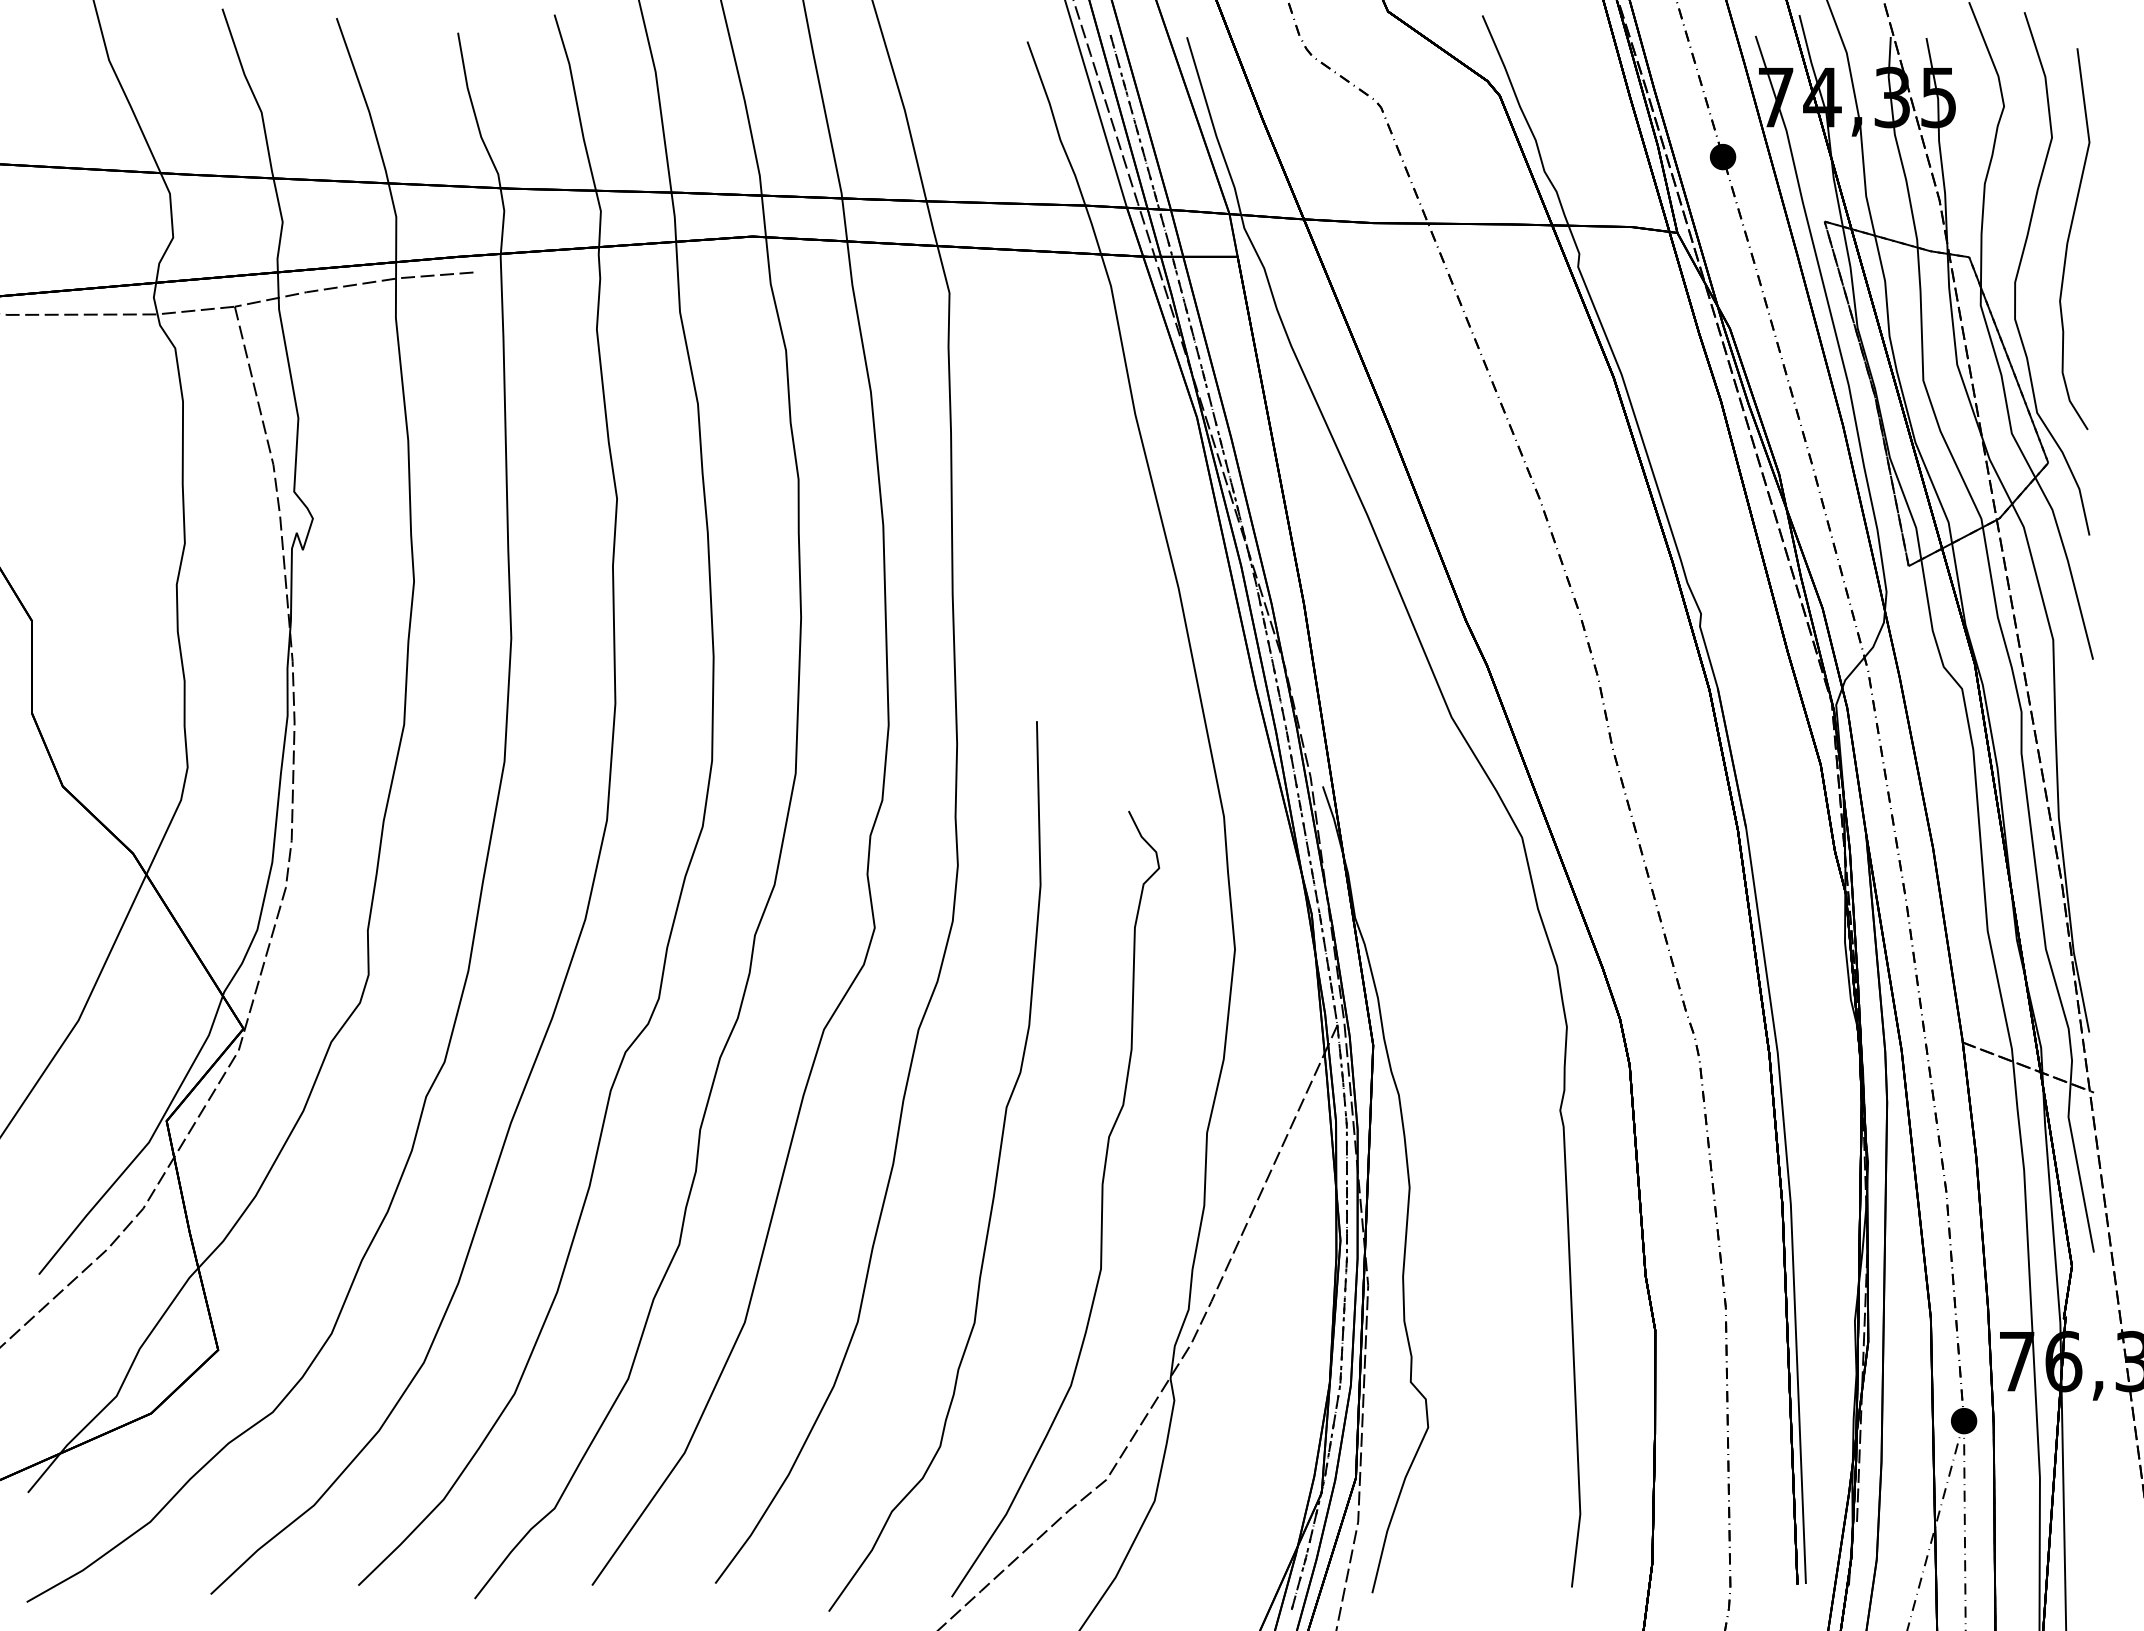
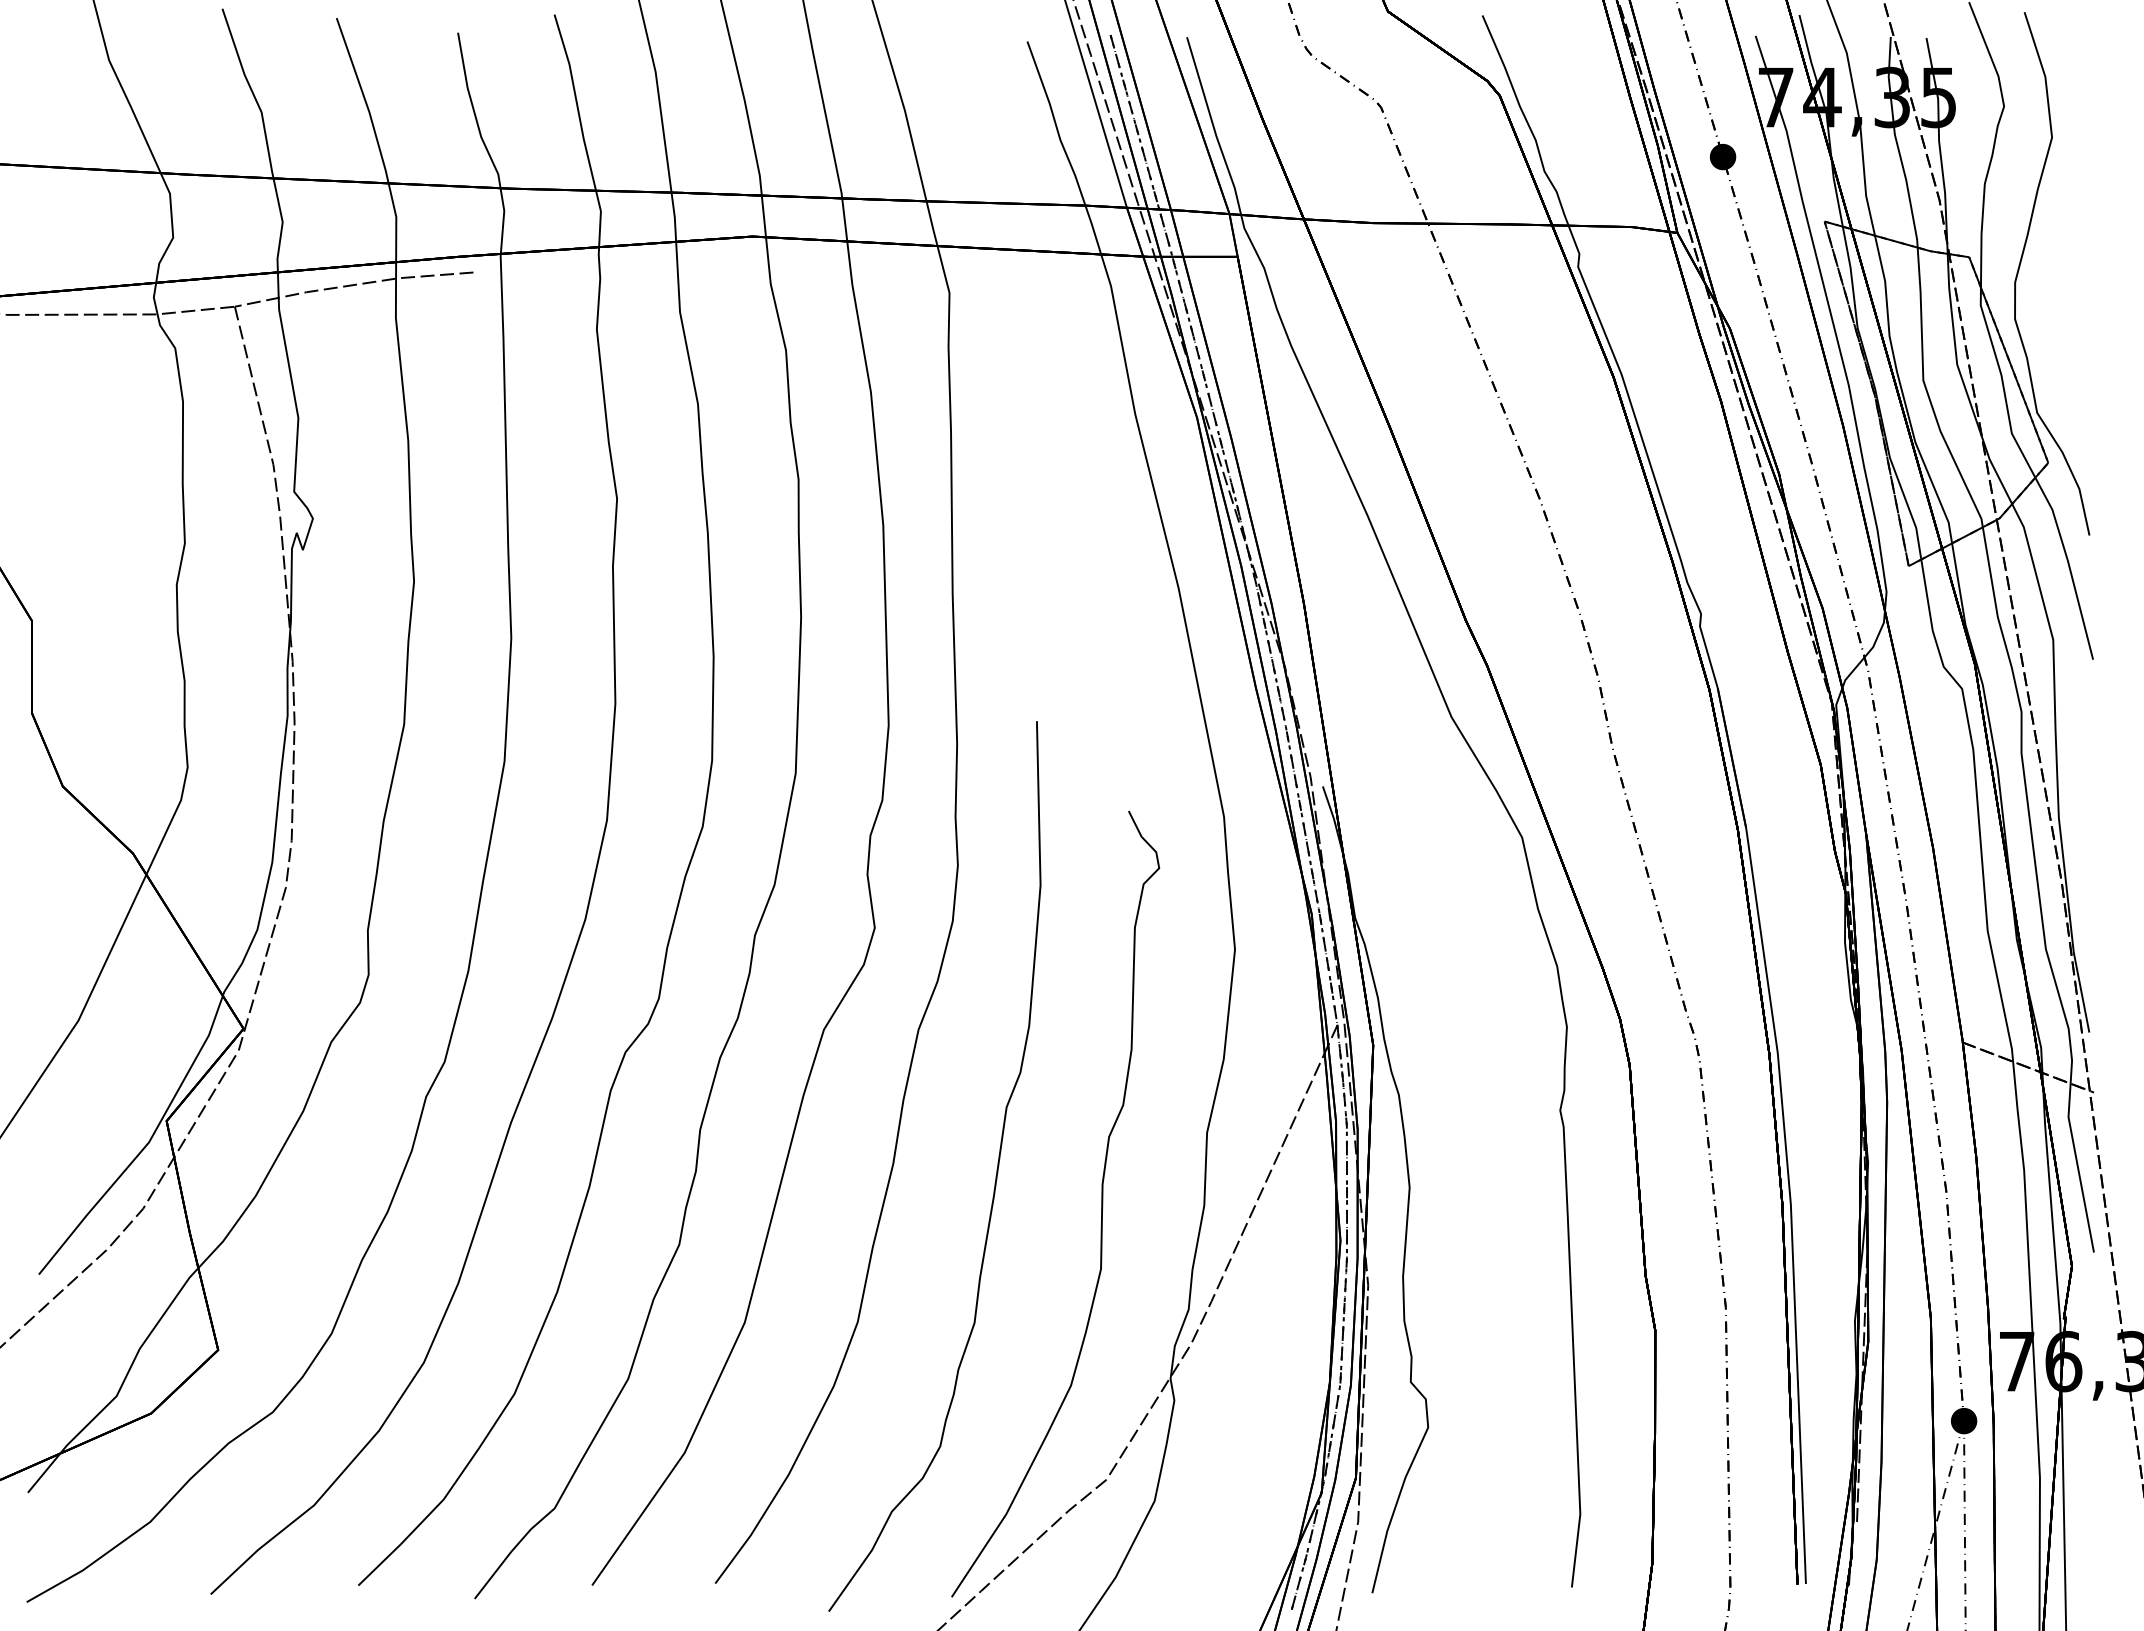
curve at (2069, 239): present -> none
